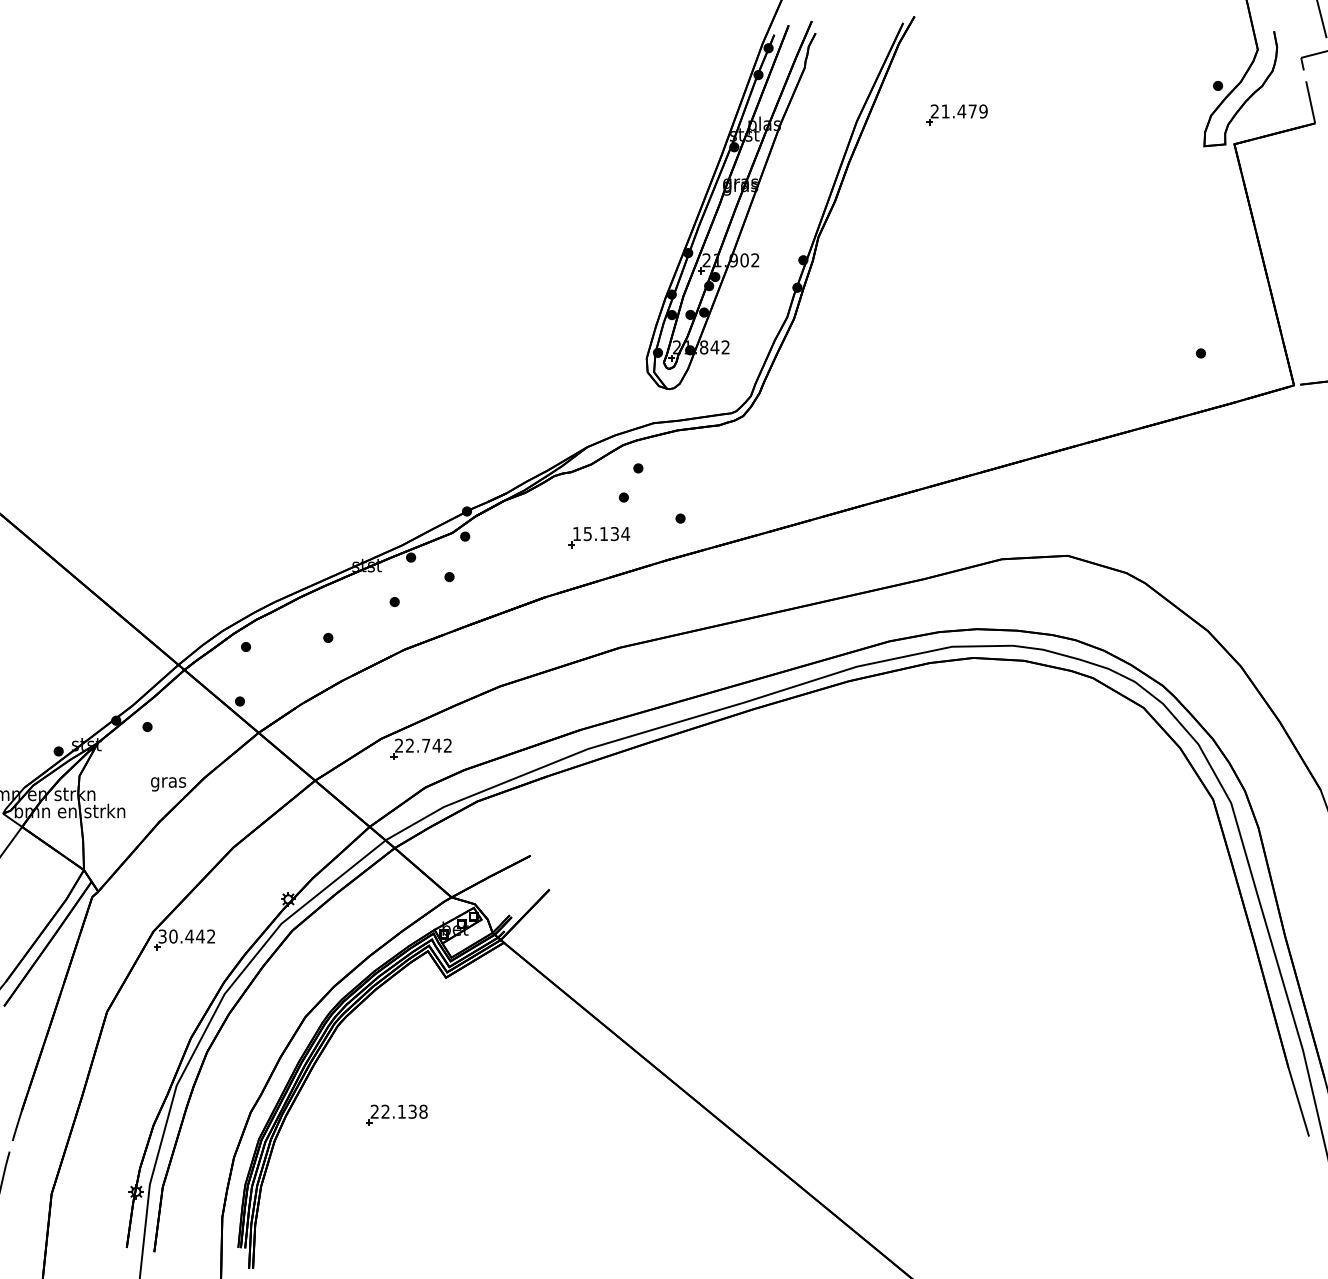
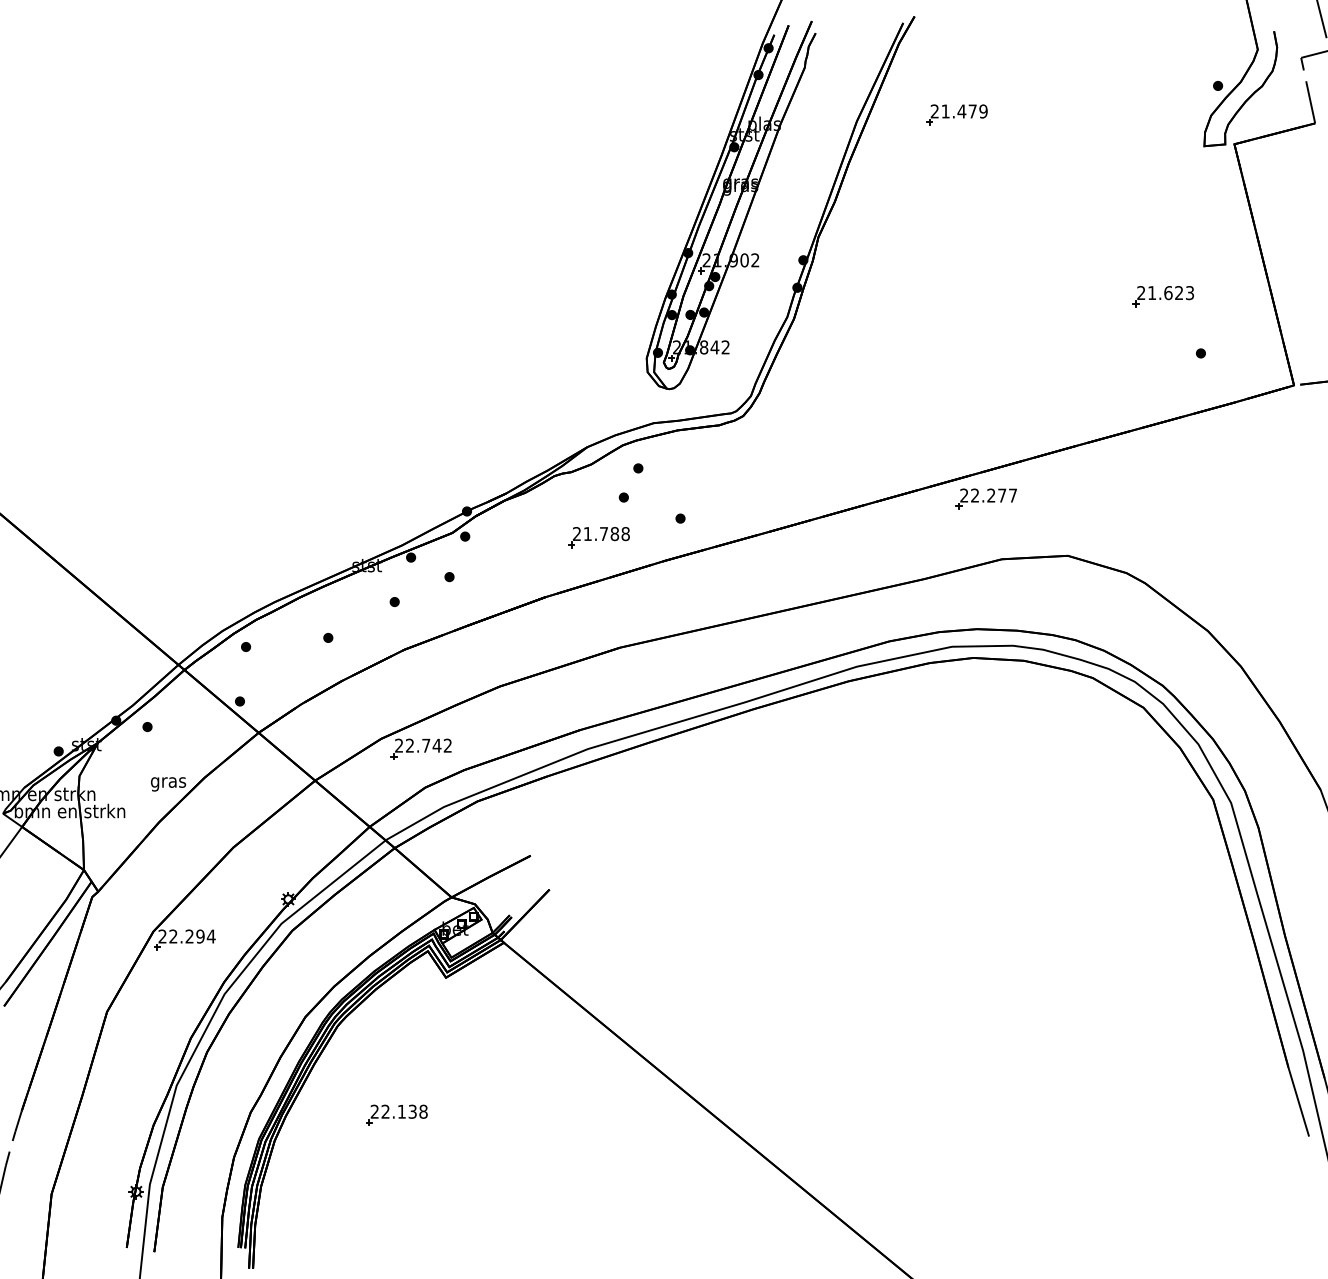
part at (1162, 296): none -> present
part at (985, 498): none -> present
text at (601, 534): 15.134 -> 21.788
text at (186, 936): 30.442 -> 22.294
